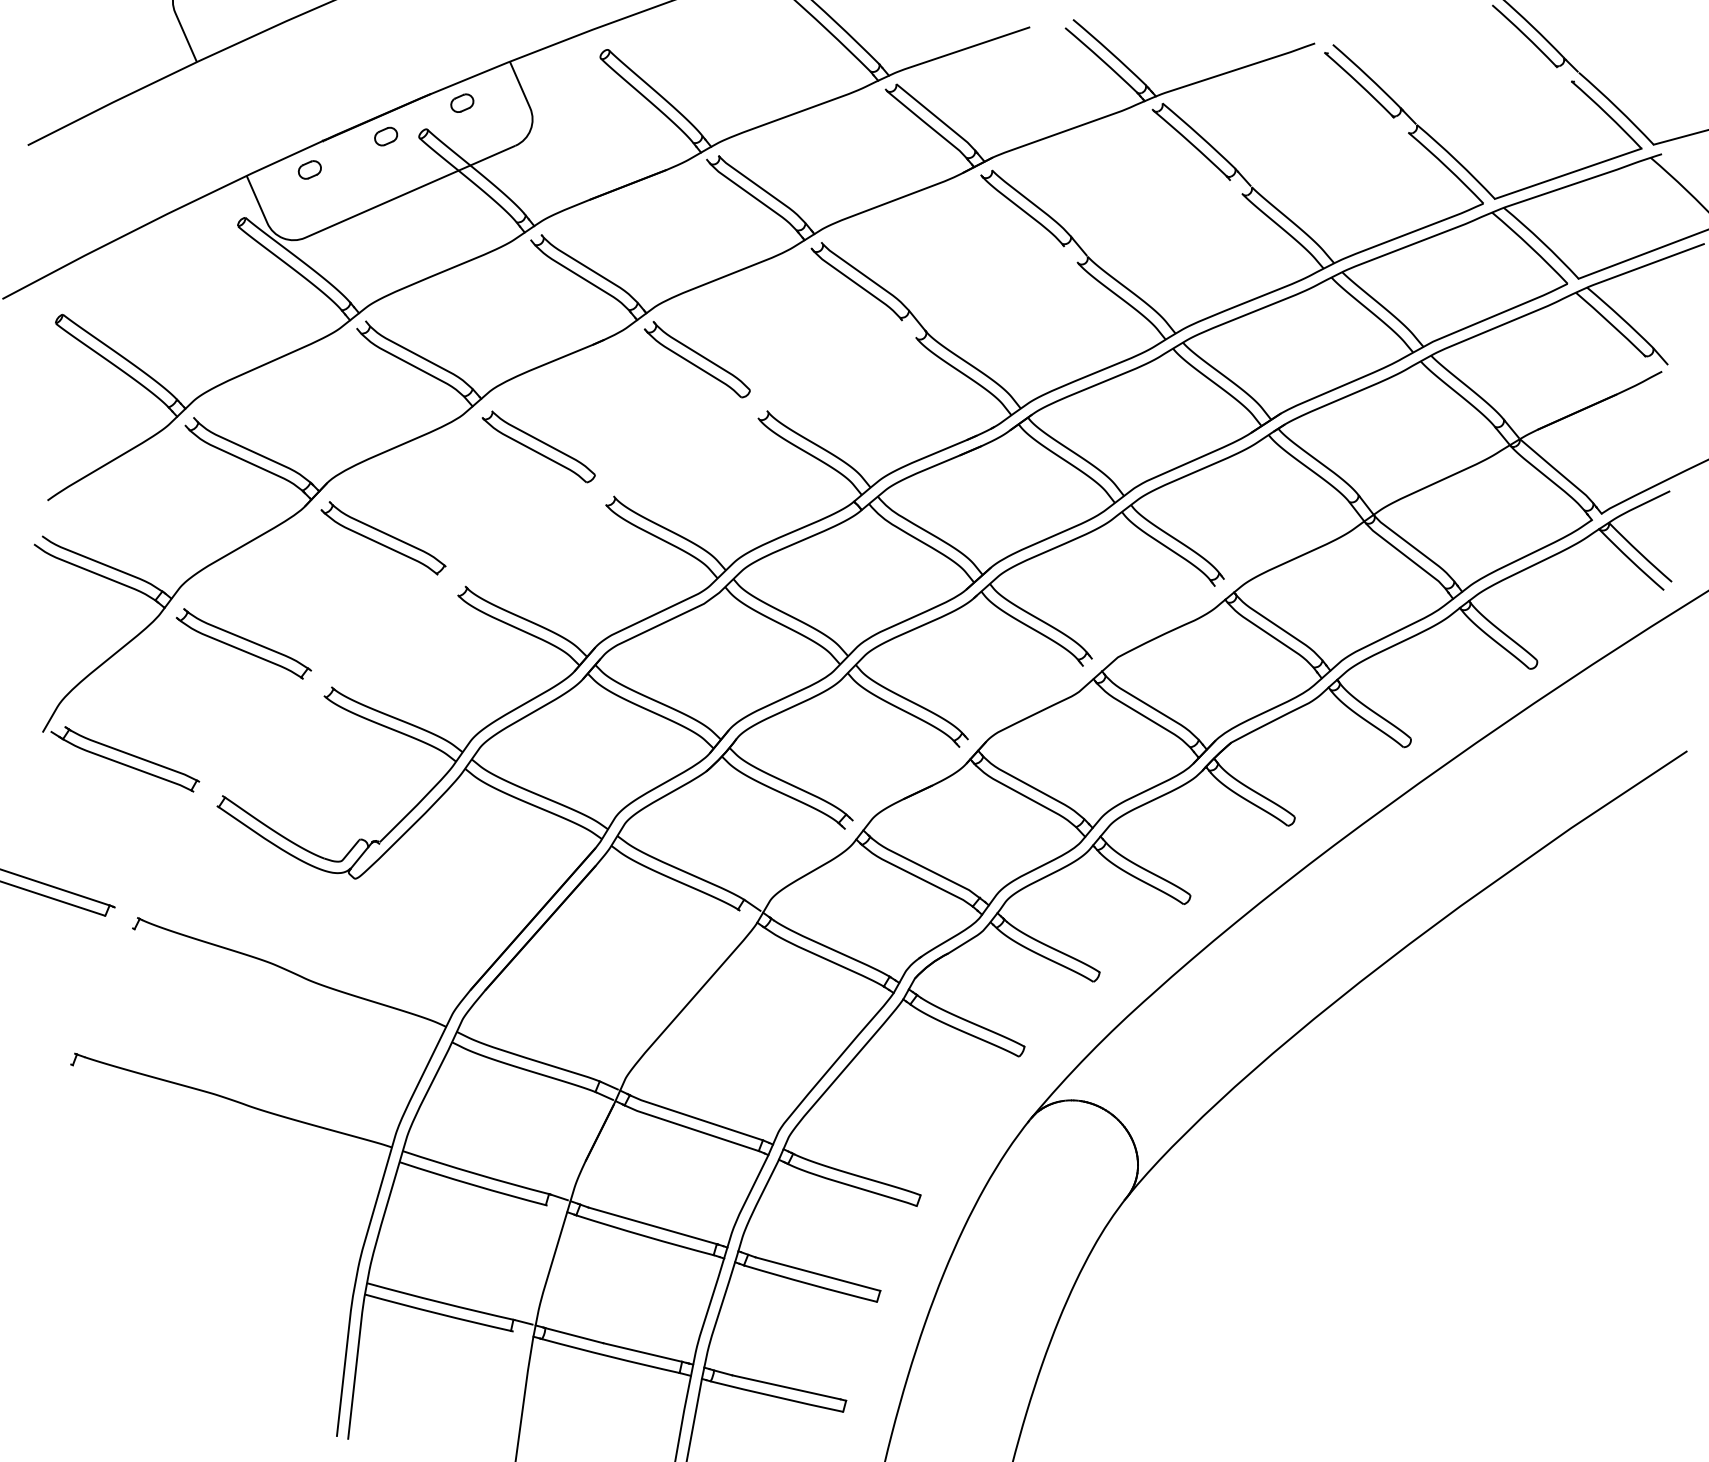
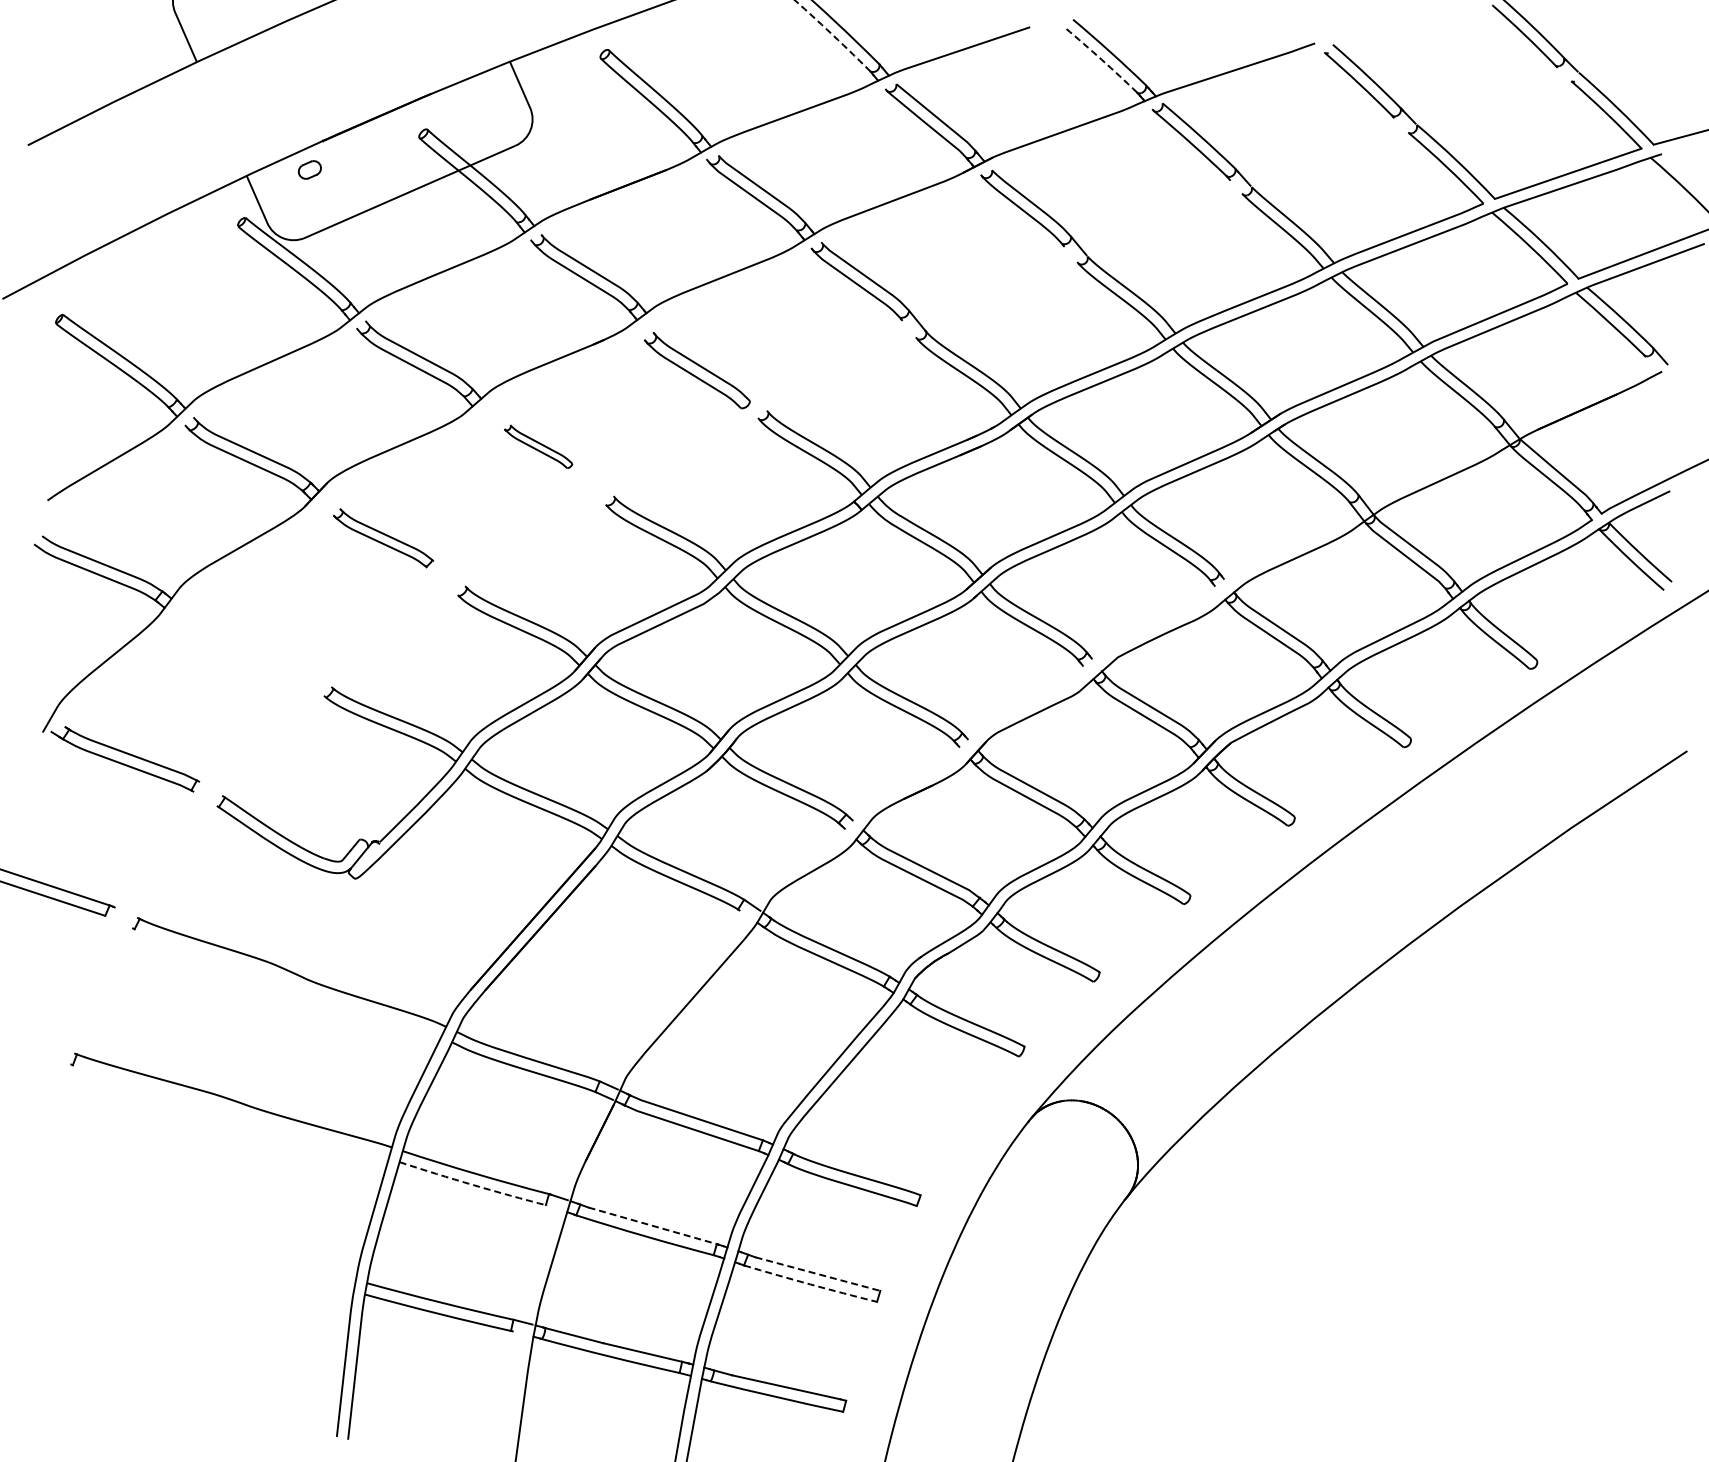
arc at (832, 34): solid -> dashed
arc at (1101, 59): solid -> dashed
part at (462, 102): present -> none
part at (386, 136): present -> none
part at (696, 359) position: (696, 359) -> (696, 370)
part at (538, 446) size: 115x74 px -> 70x45 px
part at (383, 538) size: 127x75 px -> 102x61 px
part at (243, 643): present -> none
arc at (473, 1185): solid -> dashed
line at (652, 1225): solid -> dashed
line at (817, 1274): solid -> dashed
arc at (810, 1284): solid -> dashed
